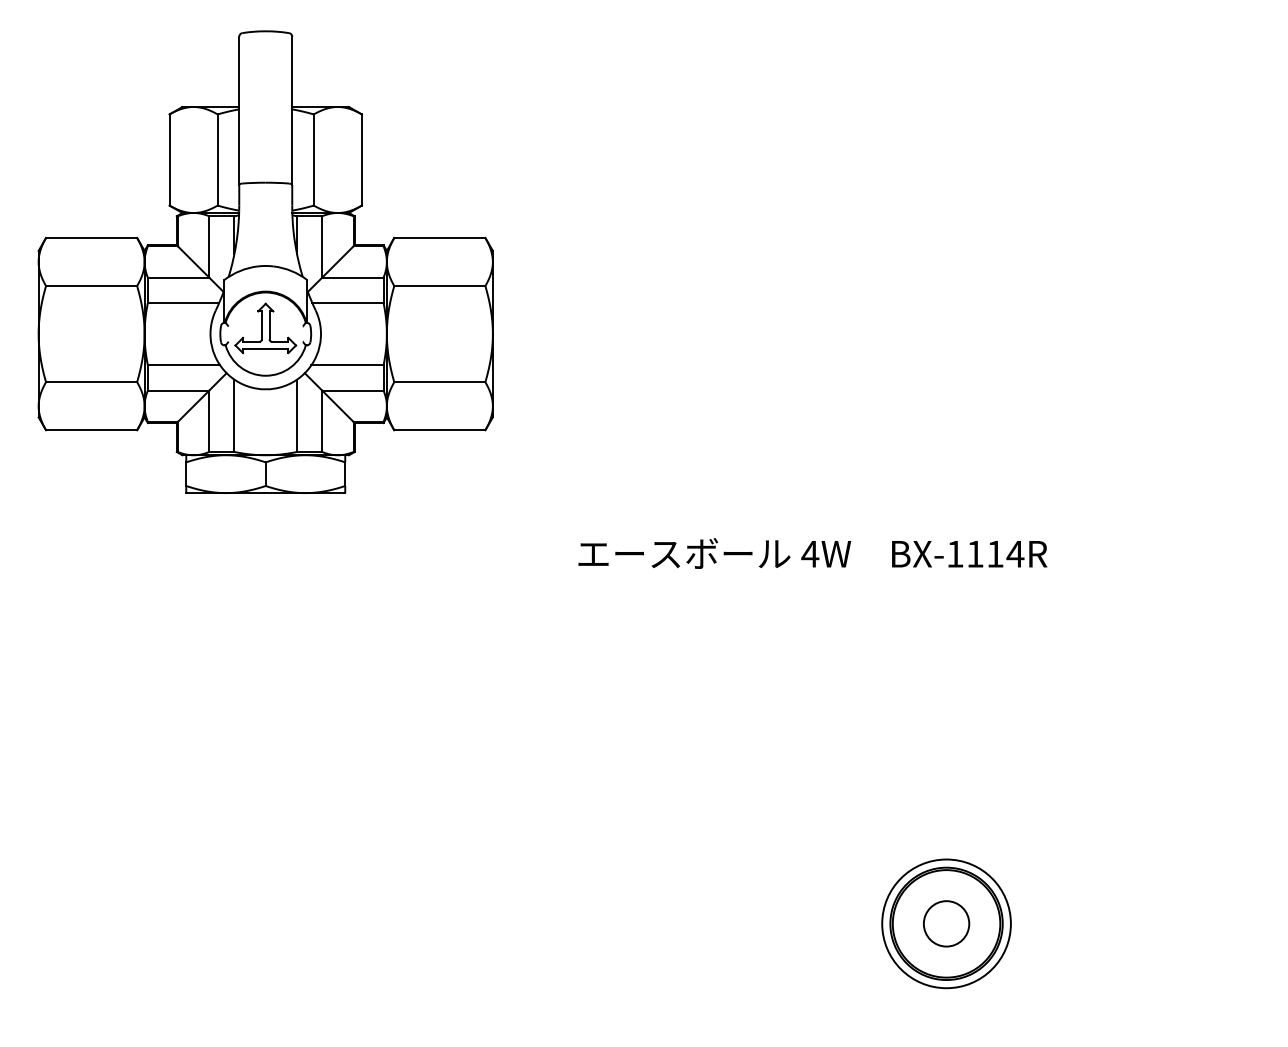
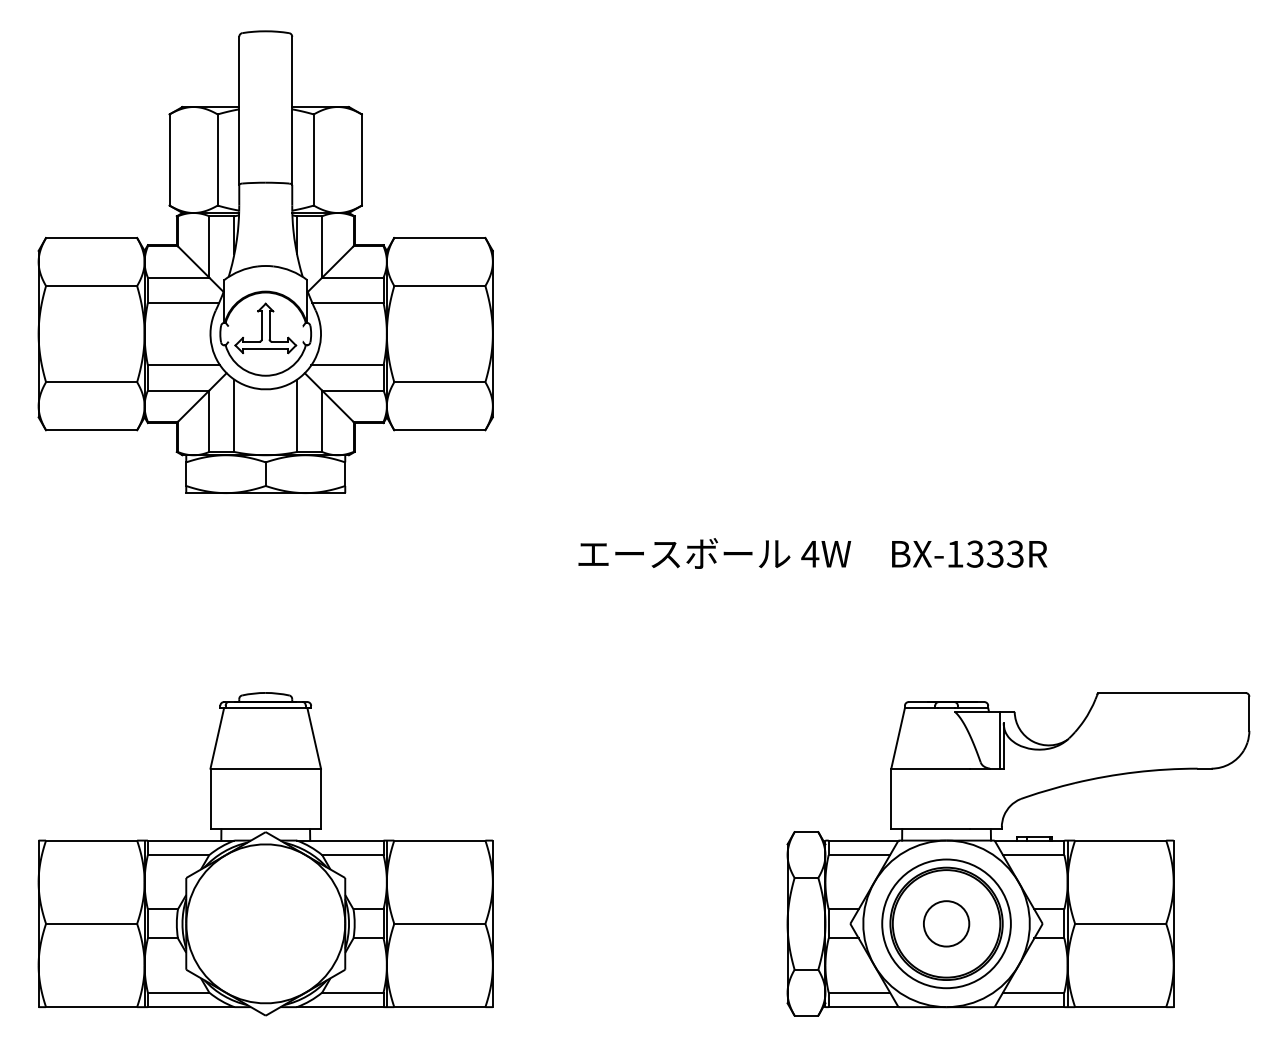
text at (995, 553): BX-1114R -> BX-1333R
part at (265, 854): none -> present
part at (1018, 854): none -> present
